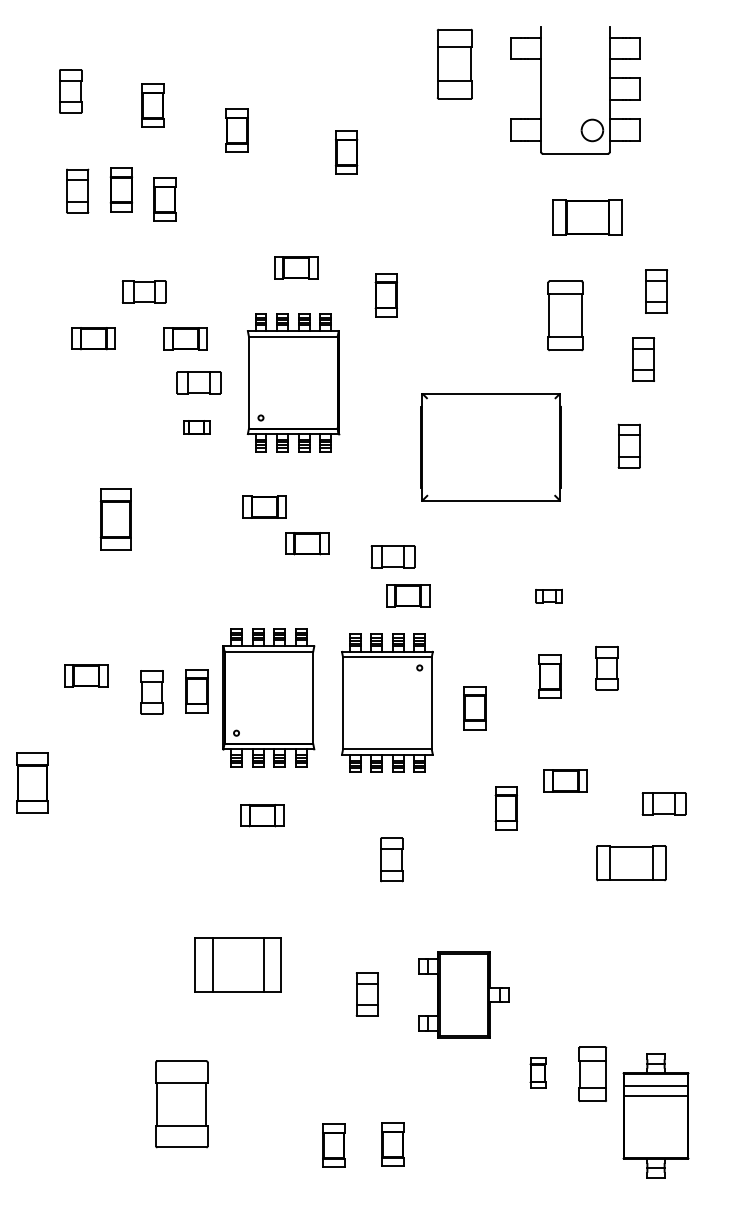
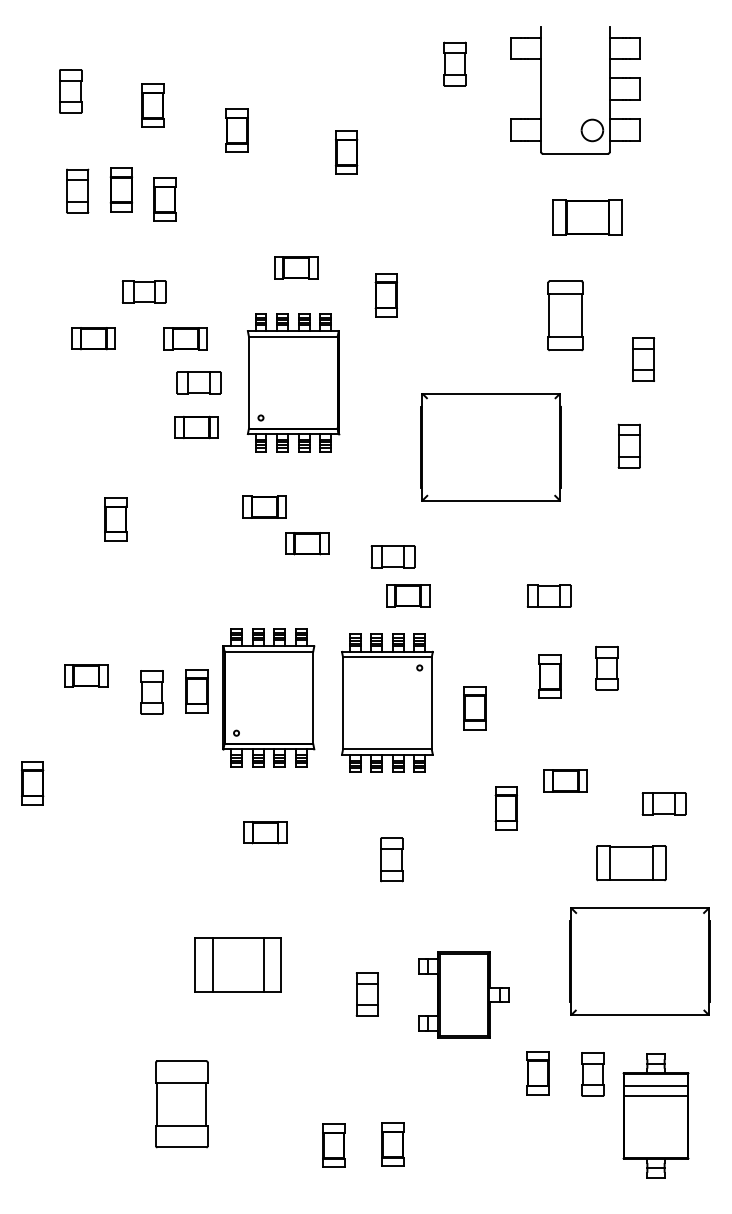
part at (454, 63) size: 37x72 px -> 24x46 px
part at (656, 291): present -> none
part at (196, 427) size: 28x15 px -> 45x25 px
part at (115, 519) size: 33x63 px -> 24x45 px
part at (548, 596) size: 28x15 px -> 46x24 px
part at (32, 782) size: 33x62 px -> 24x45 px
part at (262, 815) position: (262, 815) -> (265, 832)
part at (639, 961): none -> present
part at (537, 1072) size: 18x32 px -> 24x45 px
part at (592, 1073) size: 30x56 px -> 24x45 px
